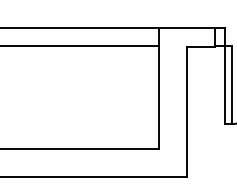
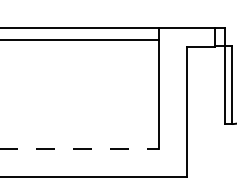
line at (80, 46) position: (80, 46) -> (80, 40)
line at (80, 149): solid -> dashed
